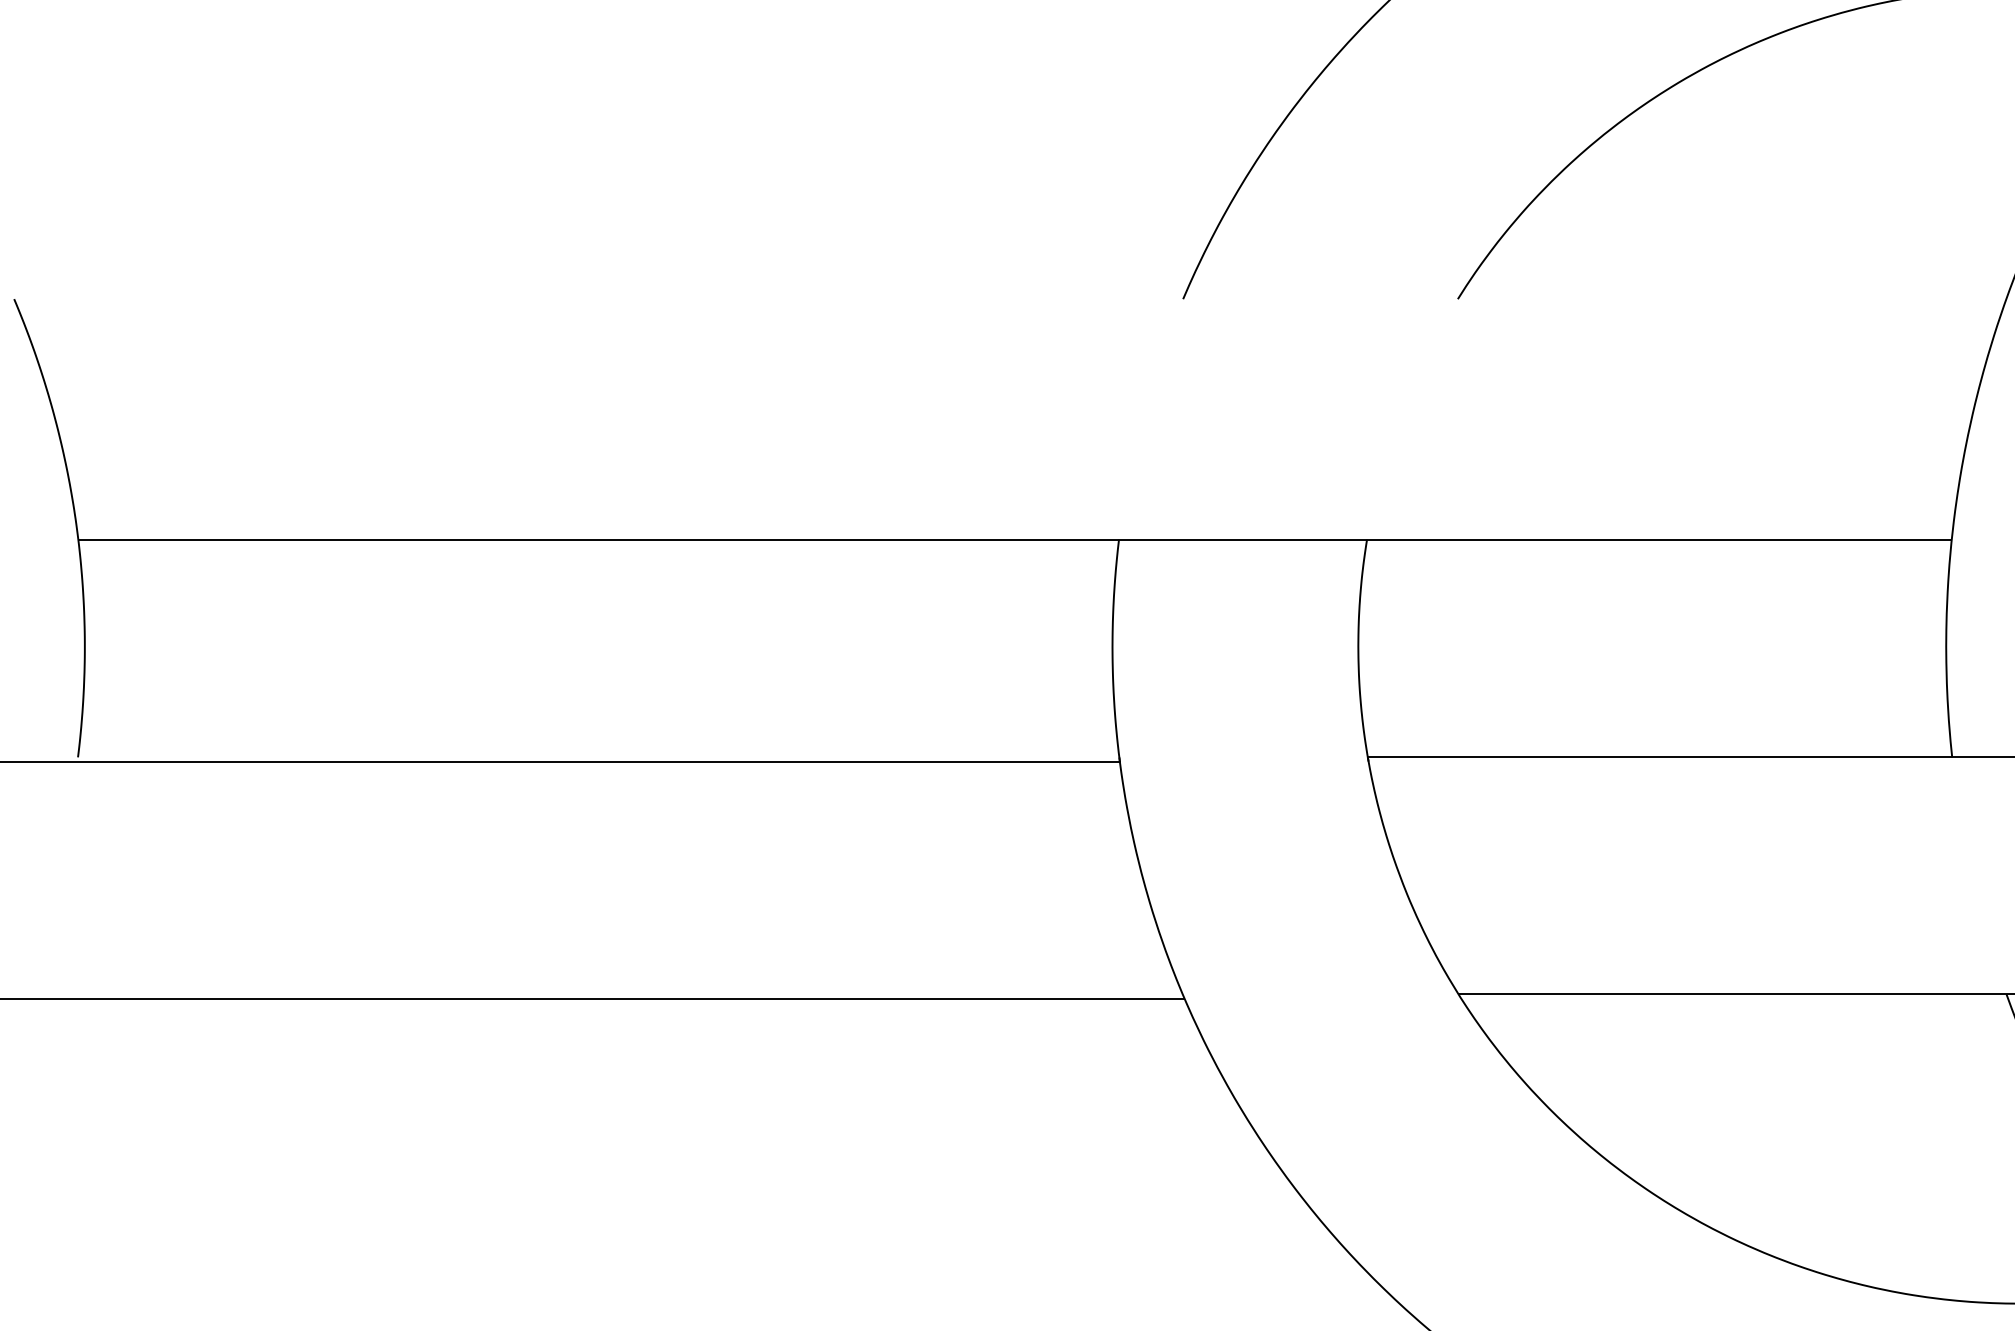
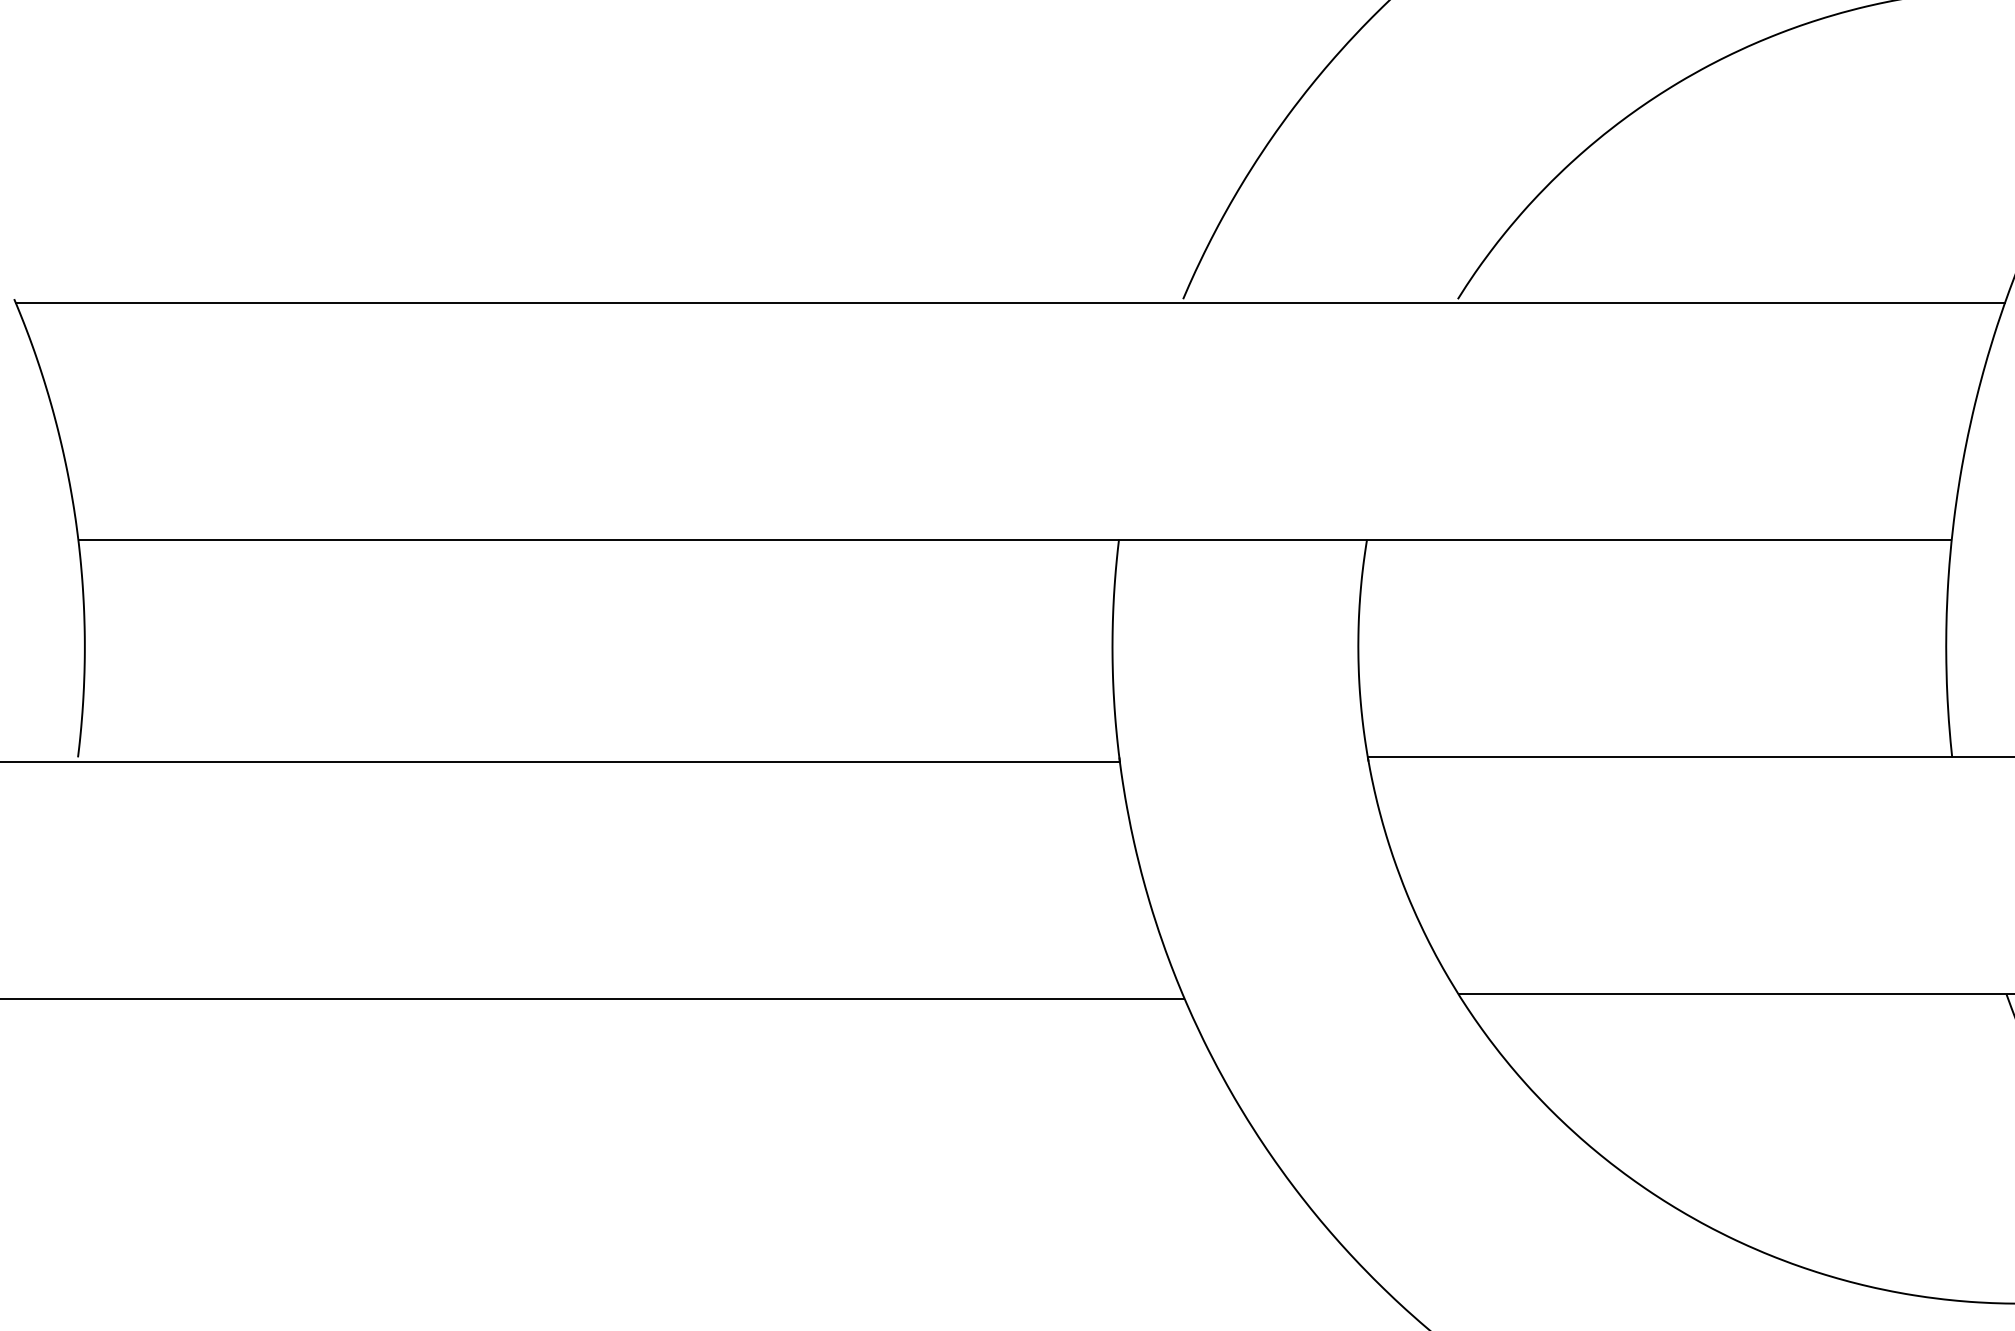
line at (1010, 302): none -> present
